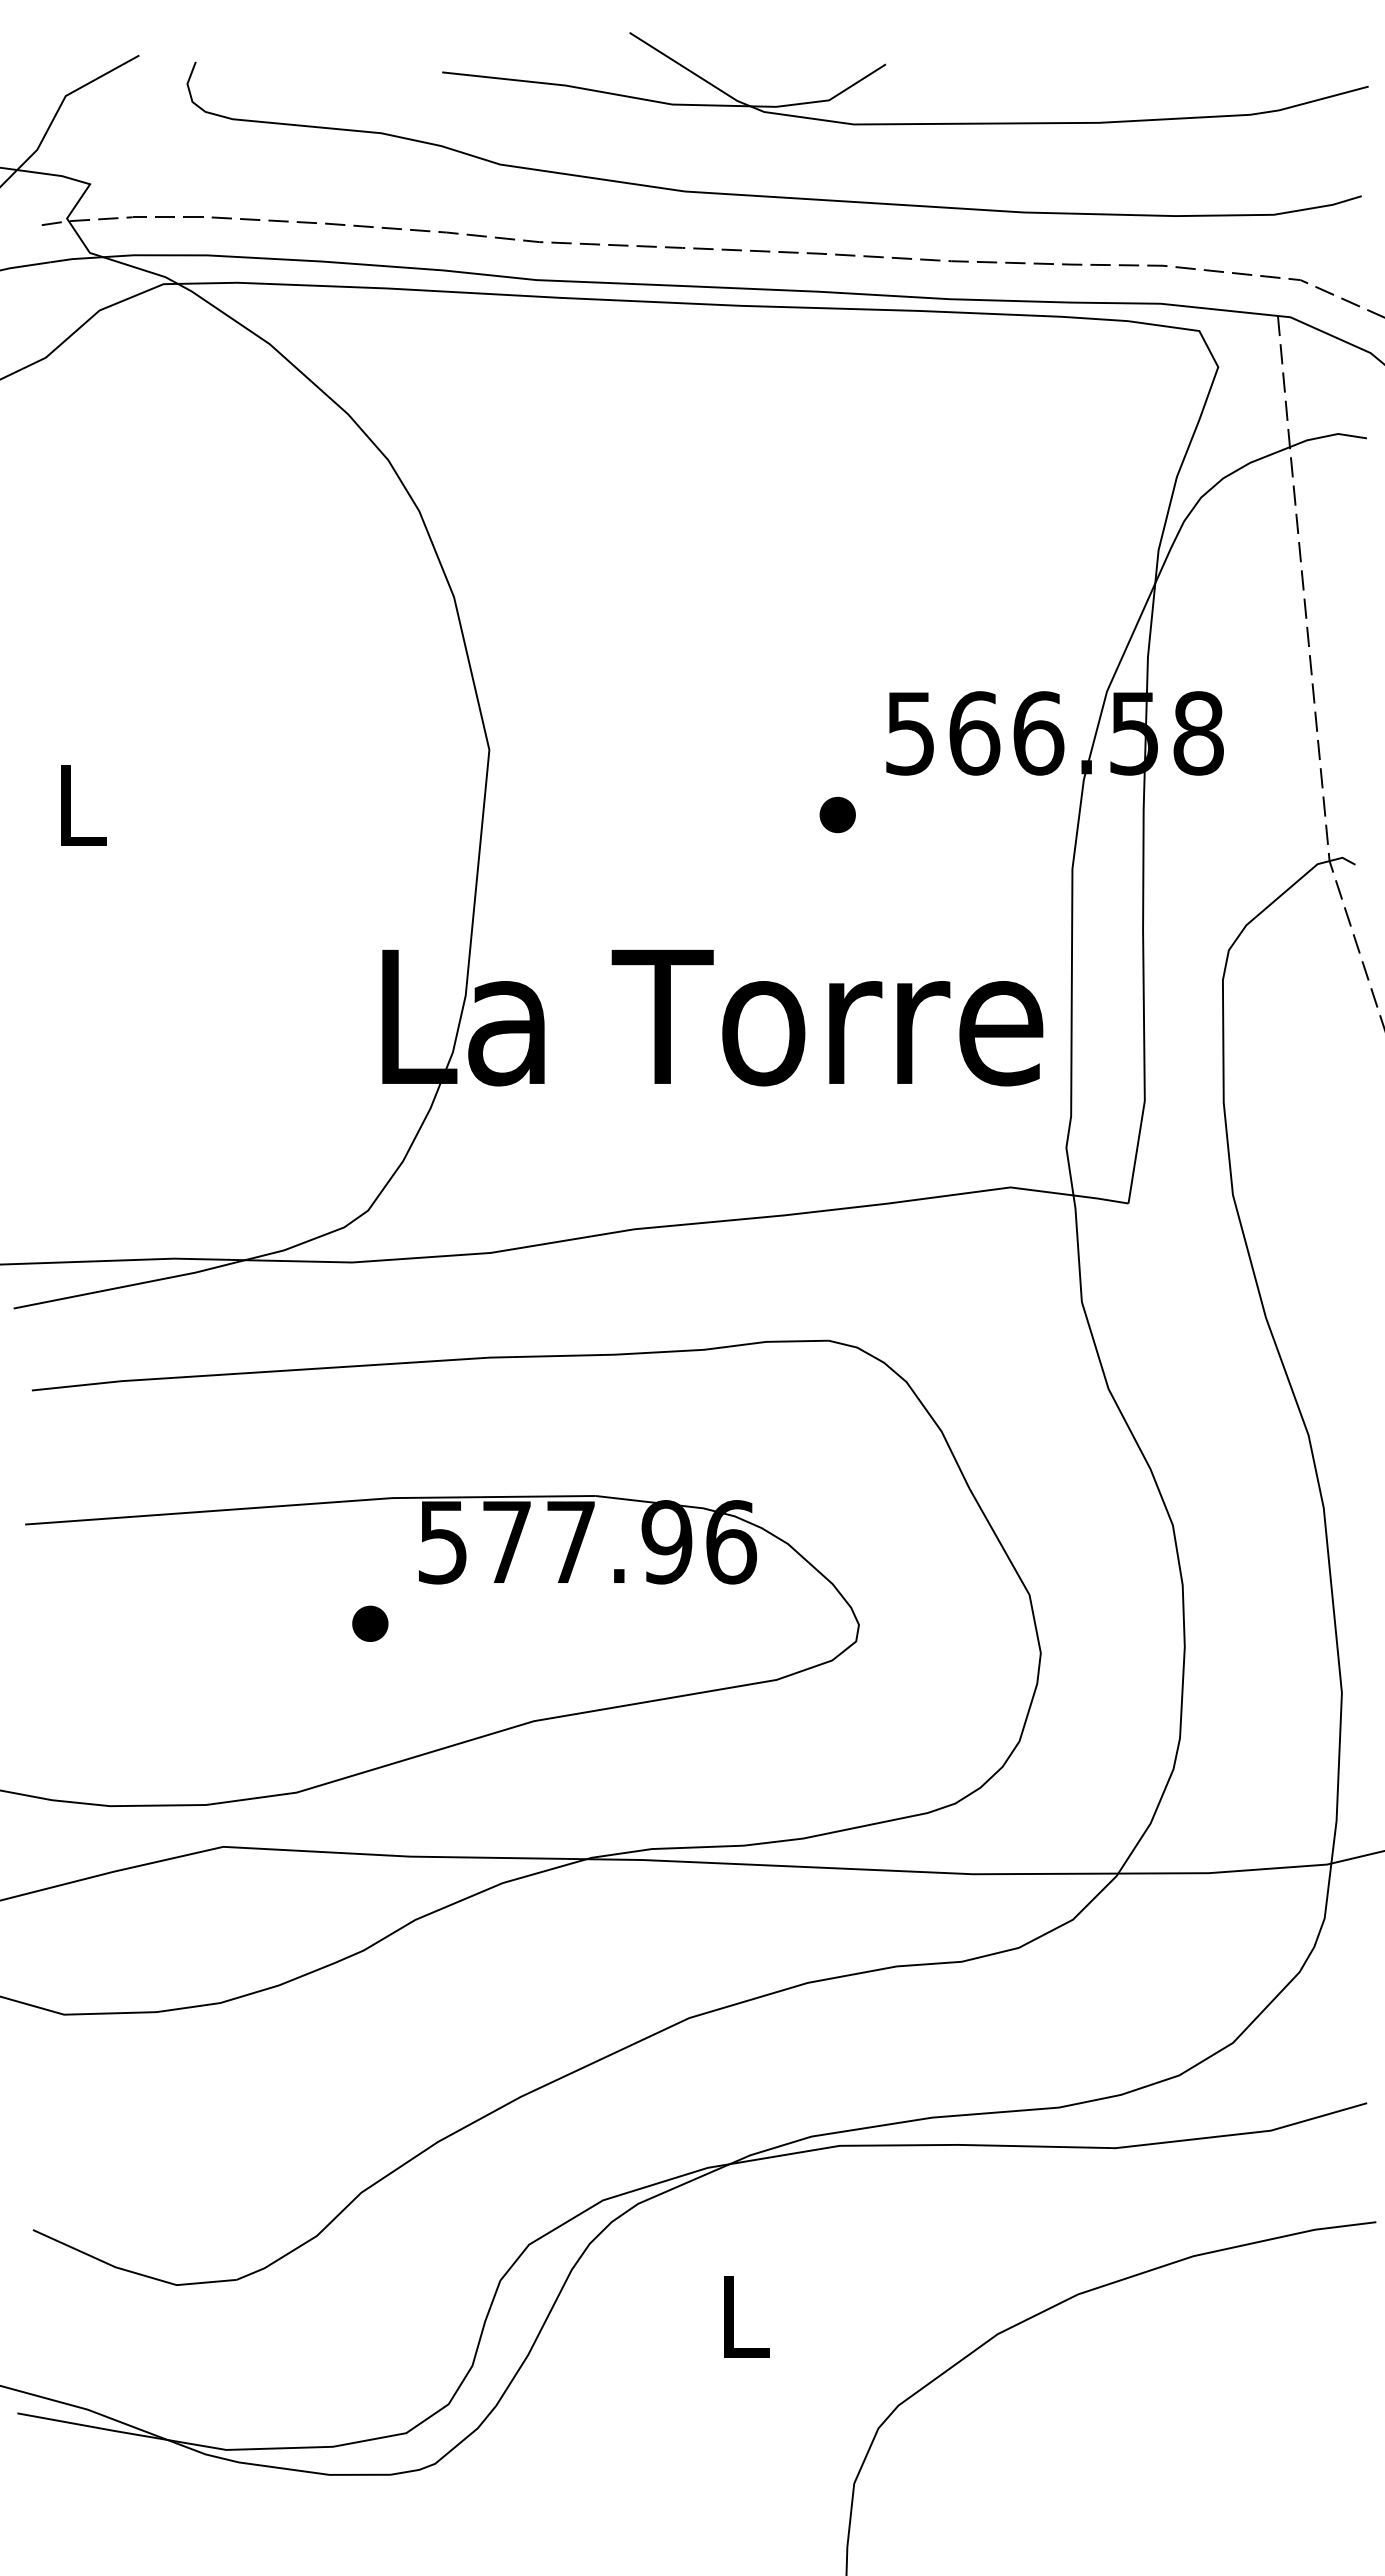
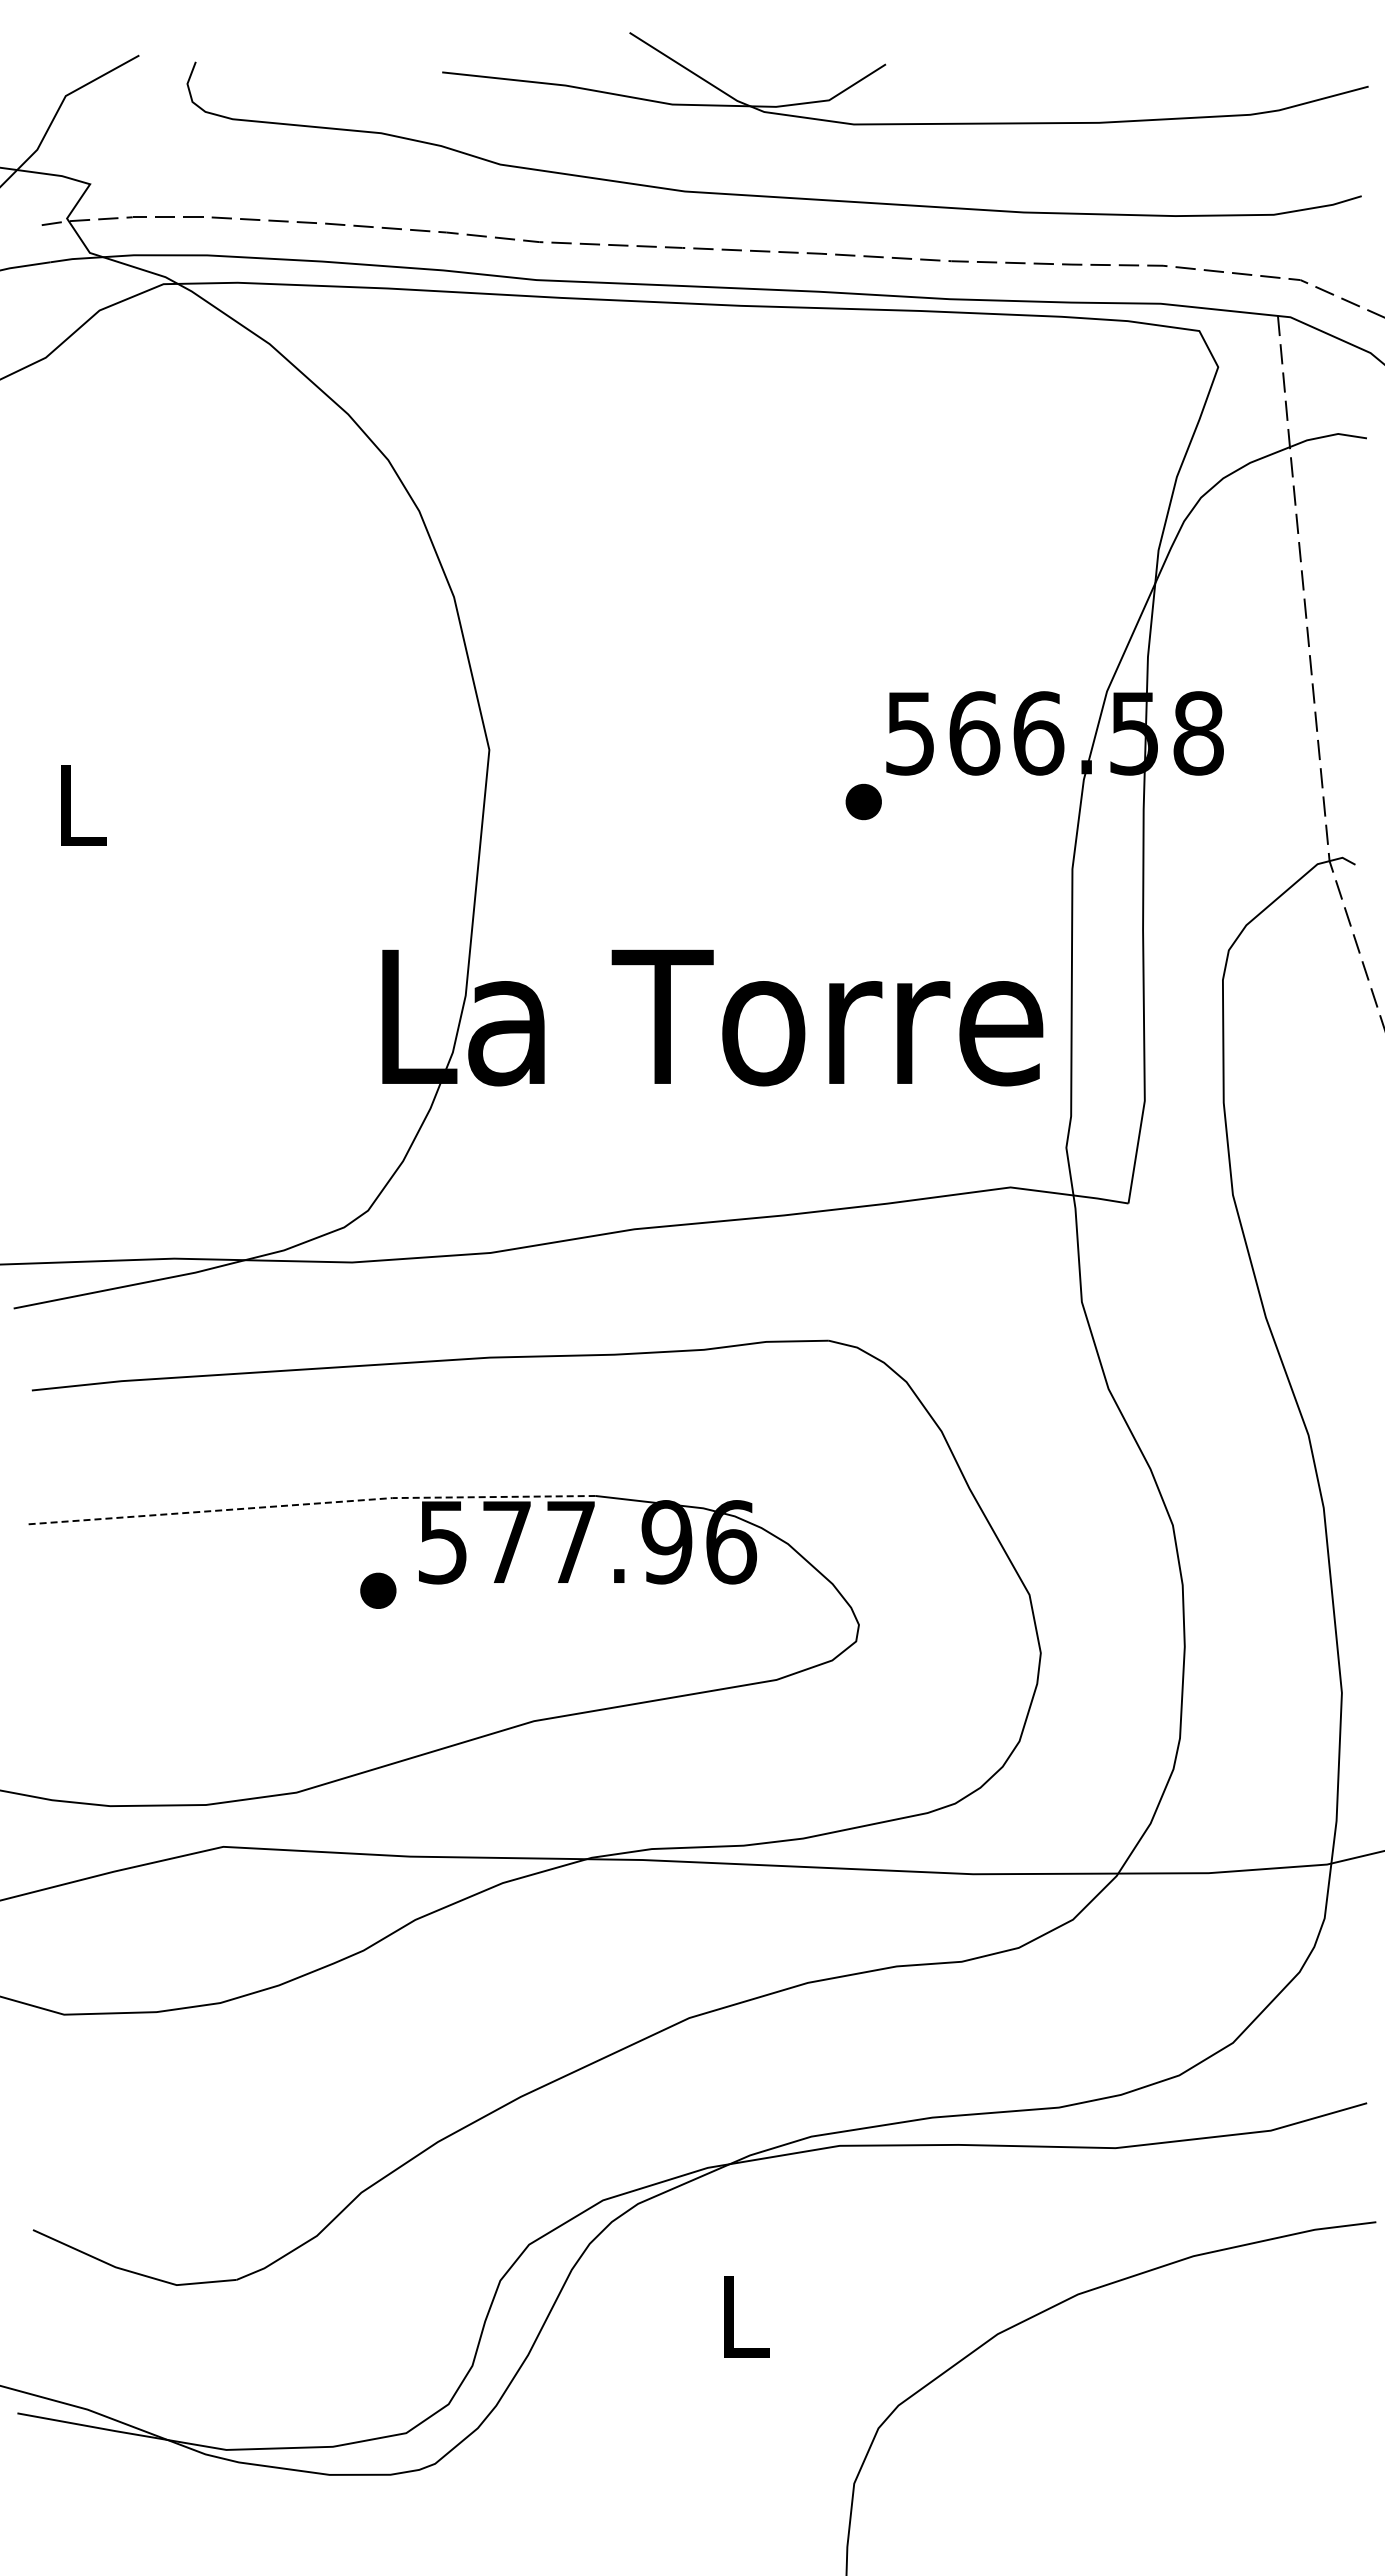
part at (837, 814) position: (837, 814) -> (863, 801)
line at (310, 1503): solid -> dashed
part at (370, 1623) position: (370, 1623) -> (378, 1590)
